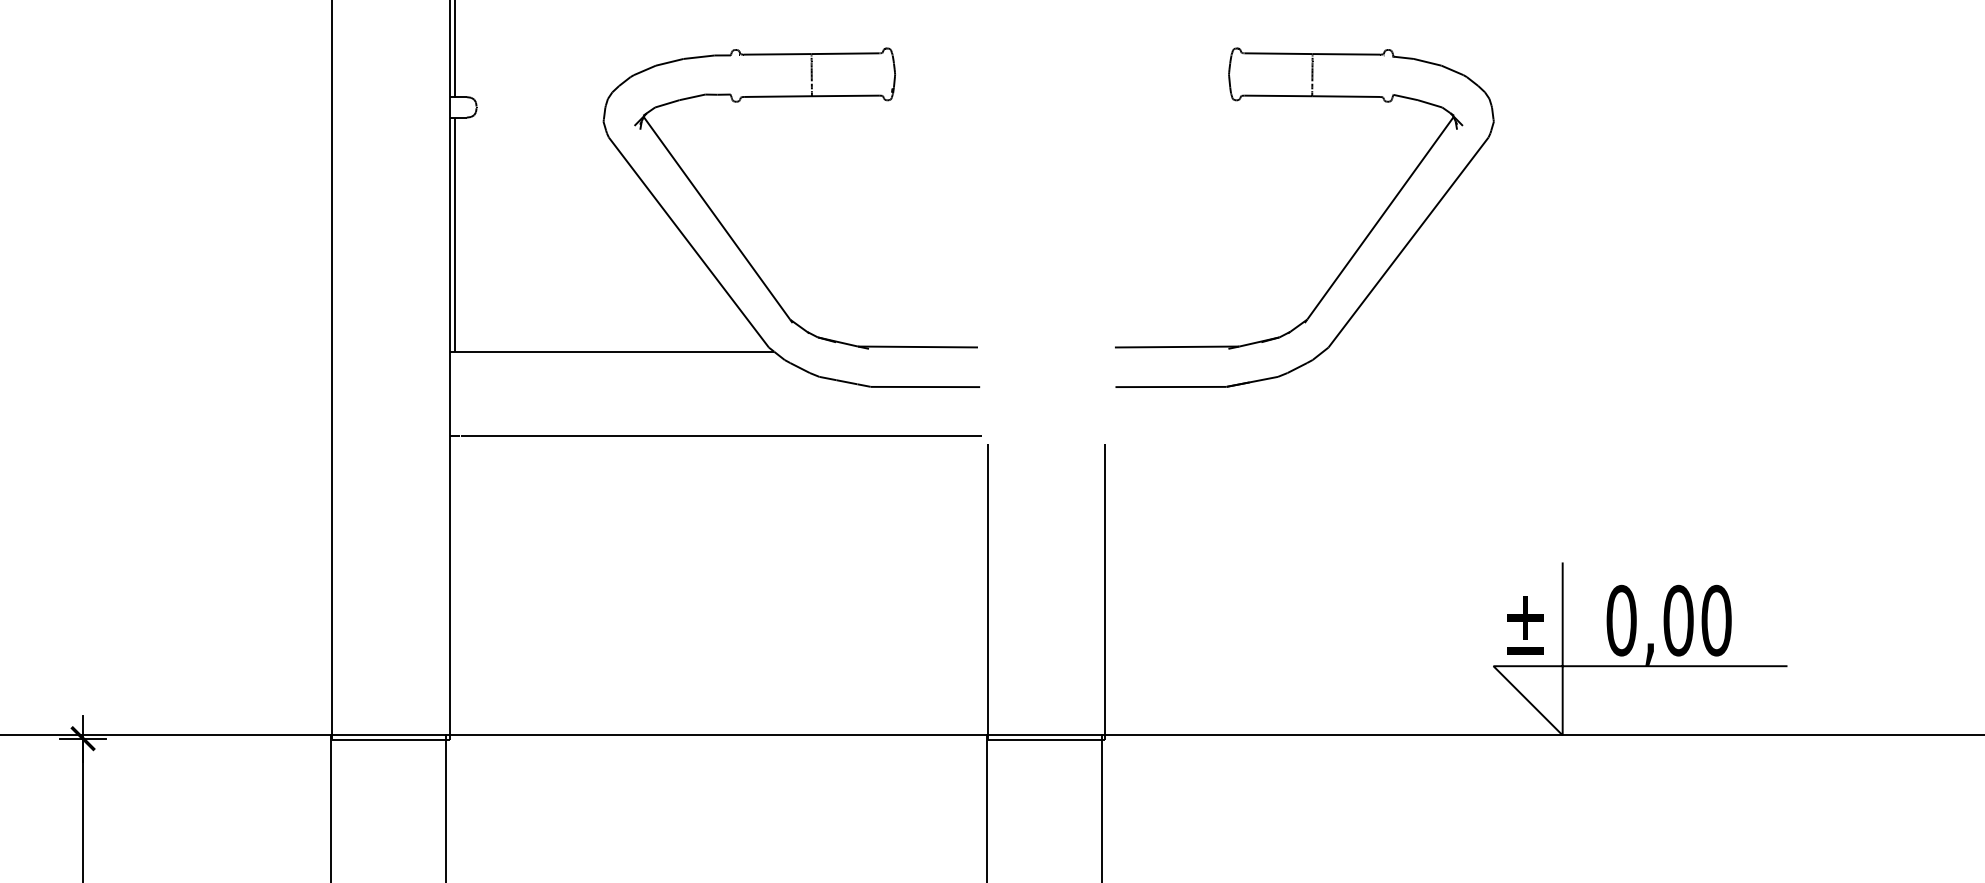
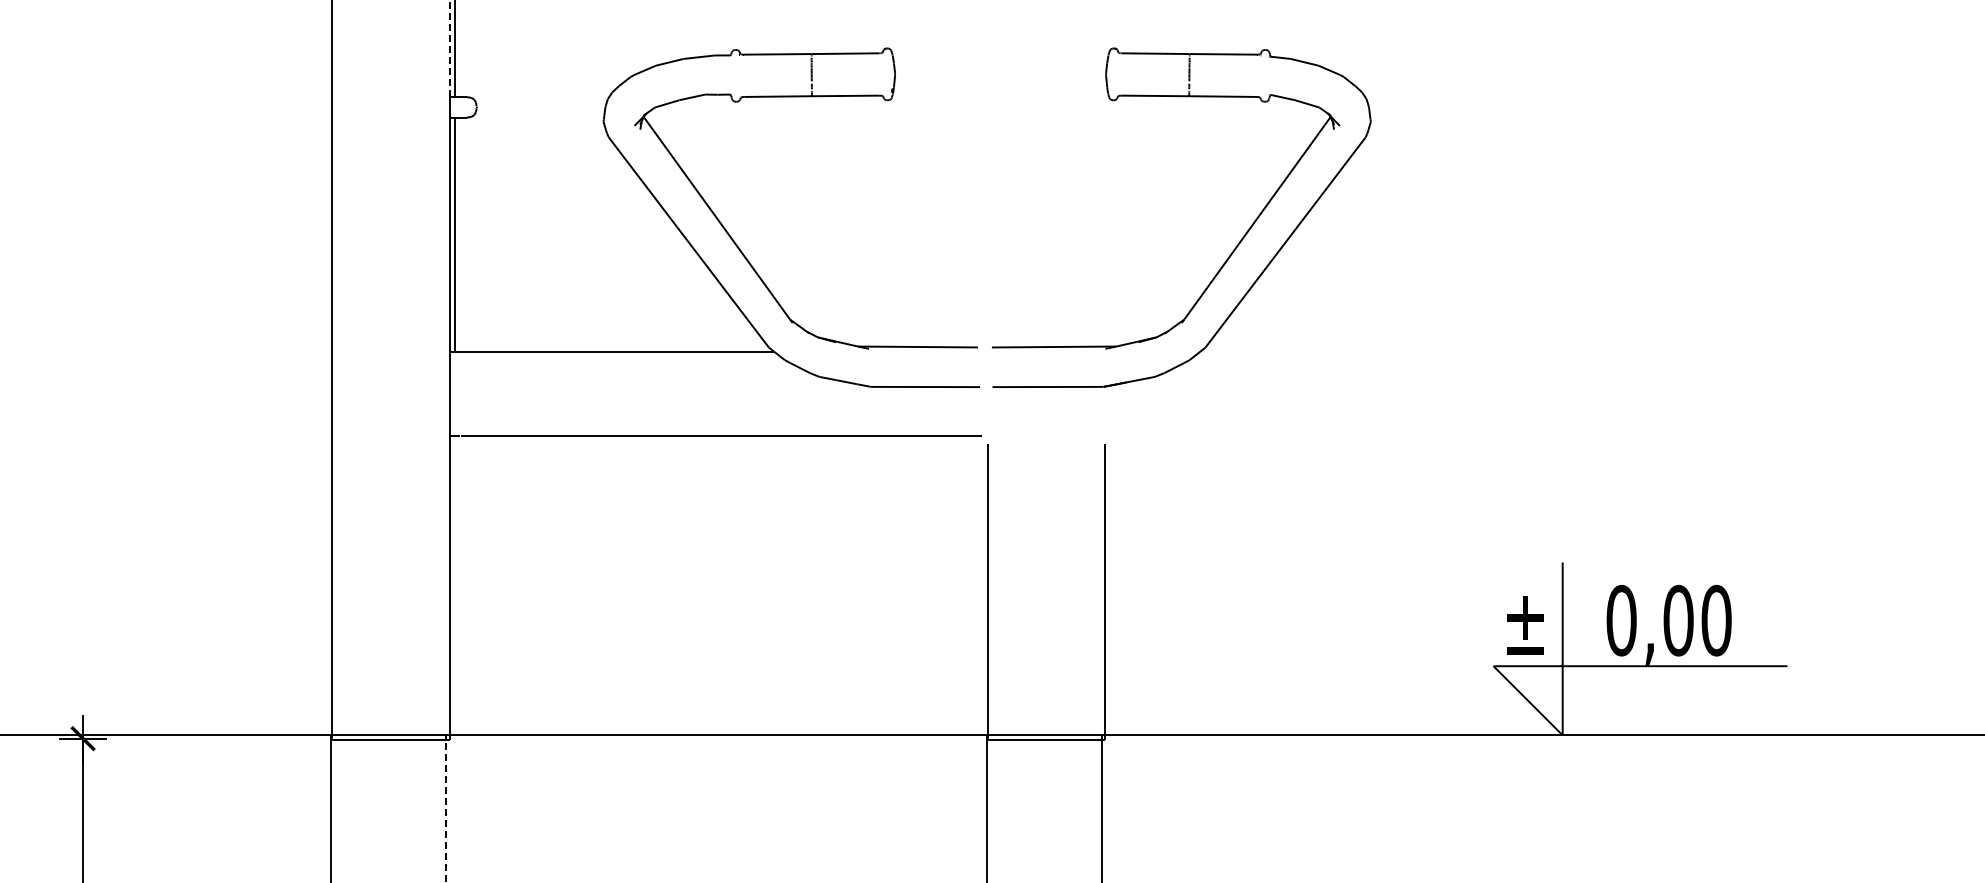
line at (449, 48): solid -> dashed
part at (1353, 253) position: (1353, 253) -> (1230, 253)
line at (446, 808): solid -> dashed
